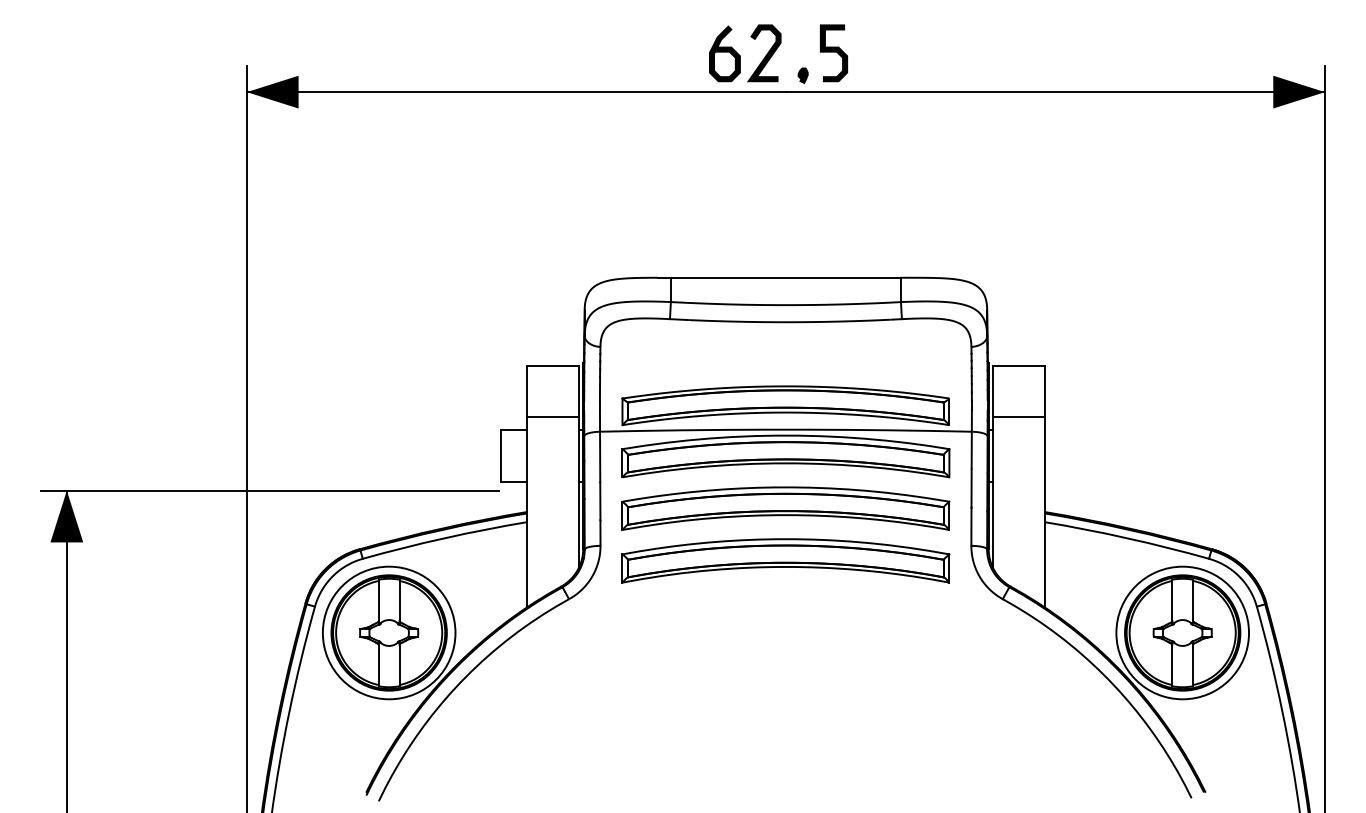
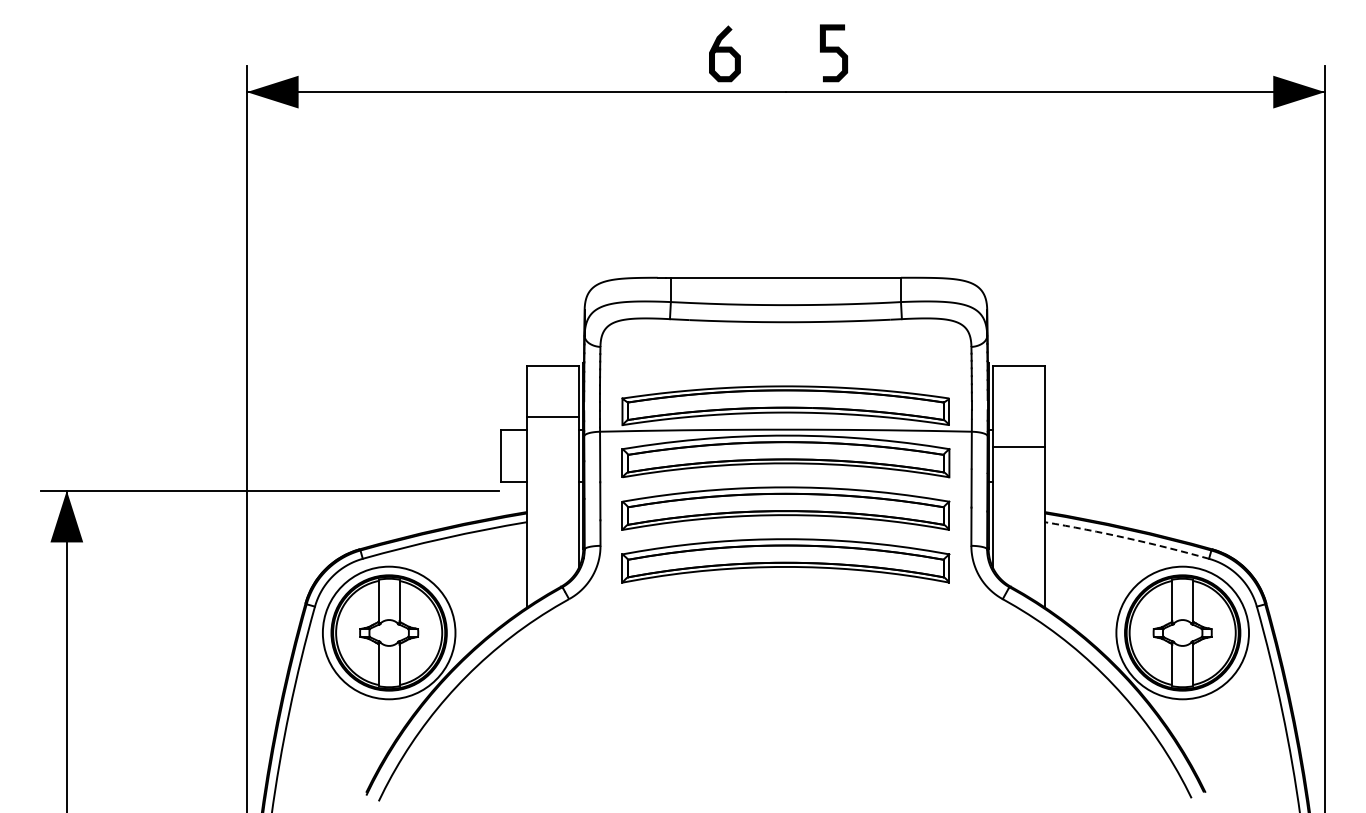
curve at (766, 54): present -> none
part at (802, 75): present -> none
line at (1018, 417) position: (1018, 417) -> (1018, 447)
arc at (1127, 538): solid -> dashed
